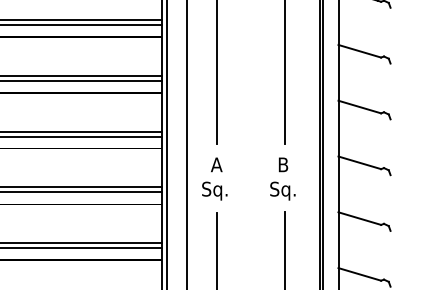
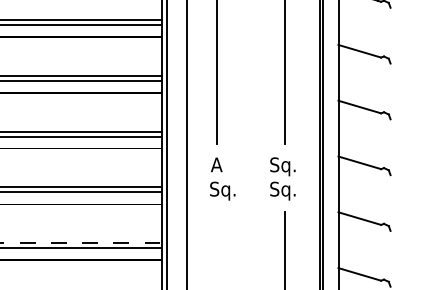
text at (282, 166): B -> Sq.
text at (214, 190) position: (214, 190) -> (222, 190)
line at (81, 243): solid -> dashed
line at (216, 249): present -> none
